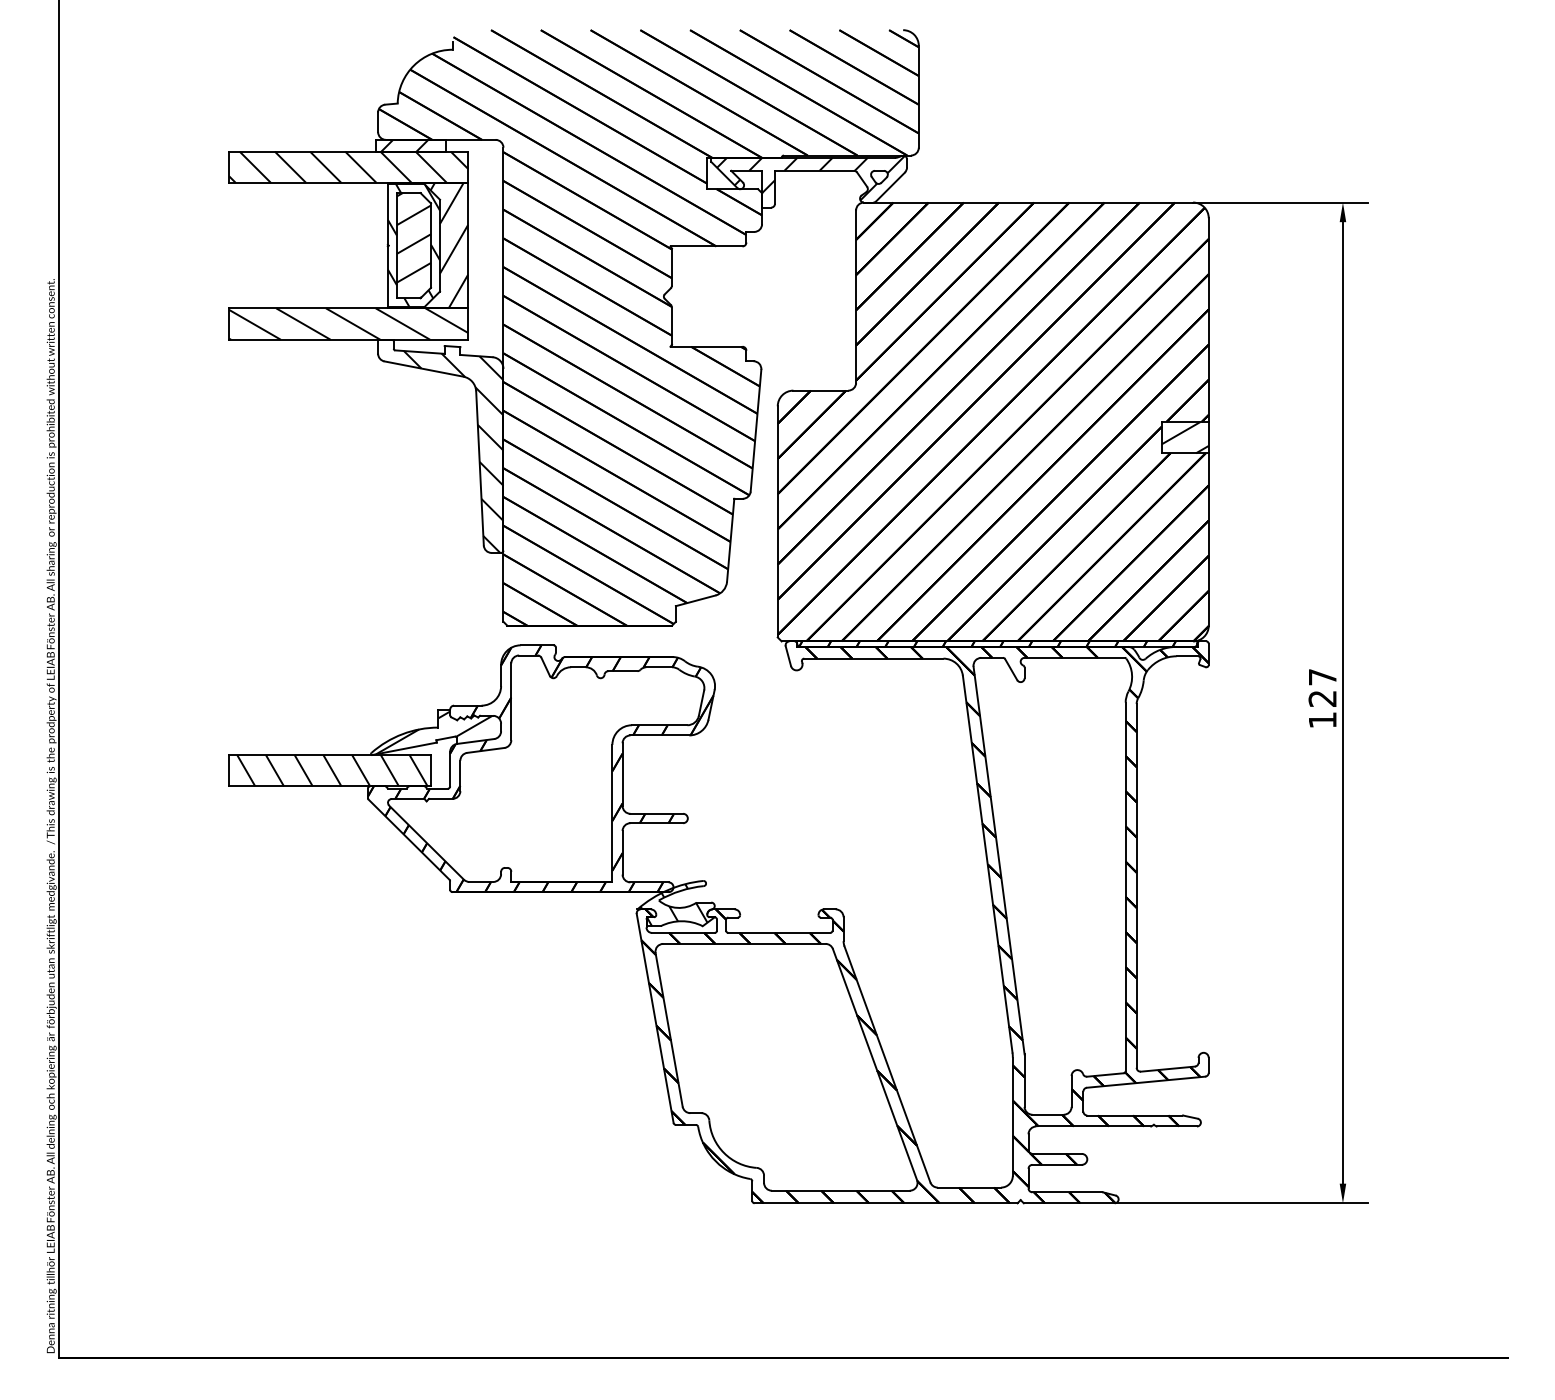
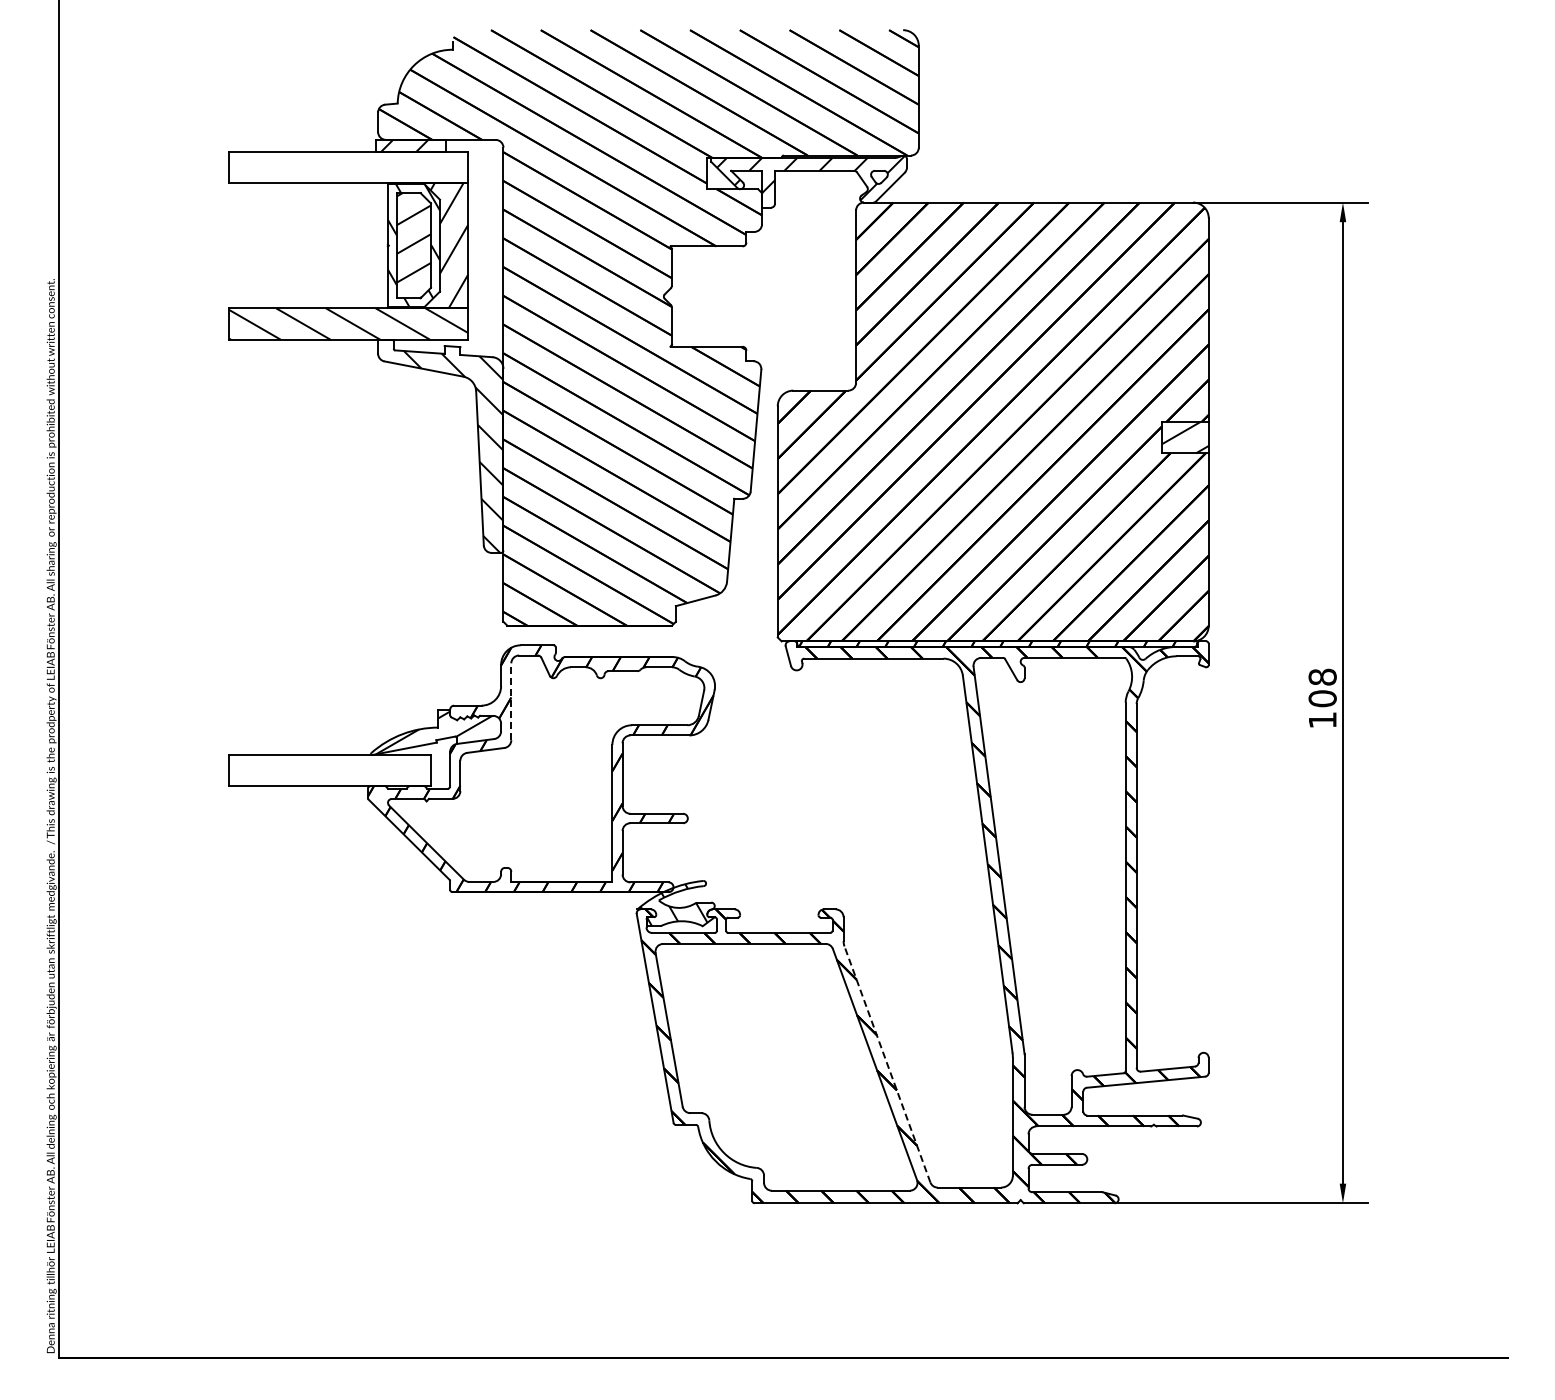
hatch at (348, 166): present -> none
text at (1322, 687): 127 -> 108
line at (511, 701): solid -> dashed
hatch at (332, 770): present -> none
line at (887, 1064): solid -> dashed
